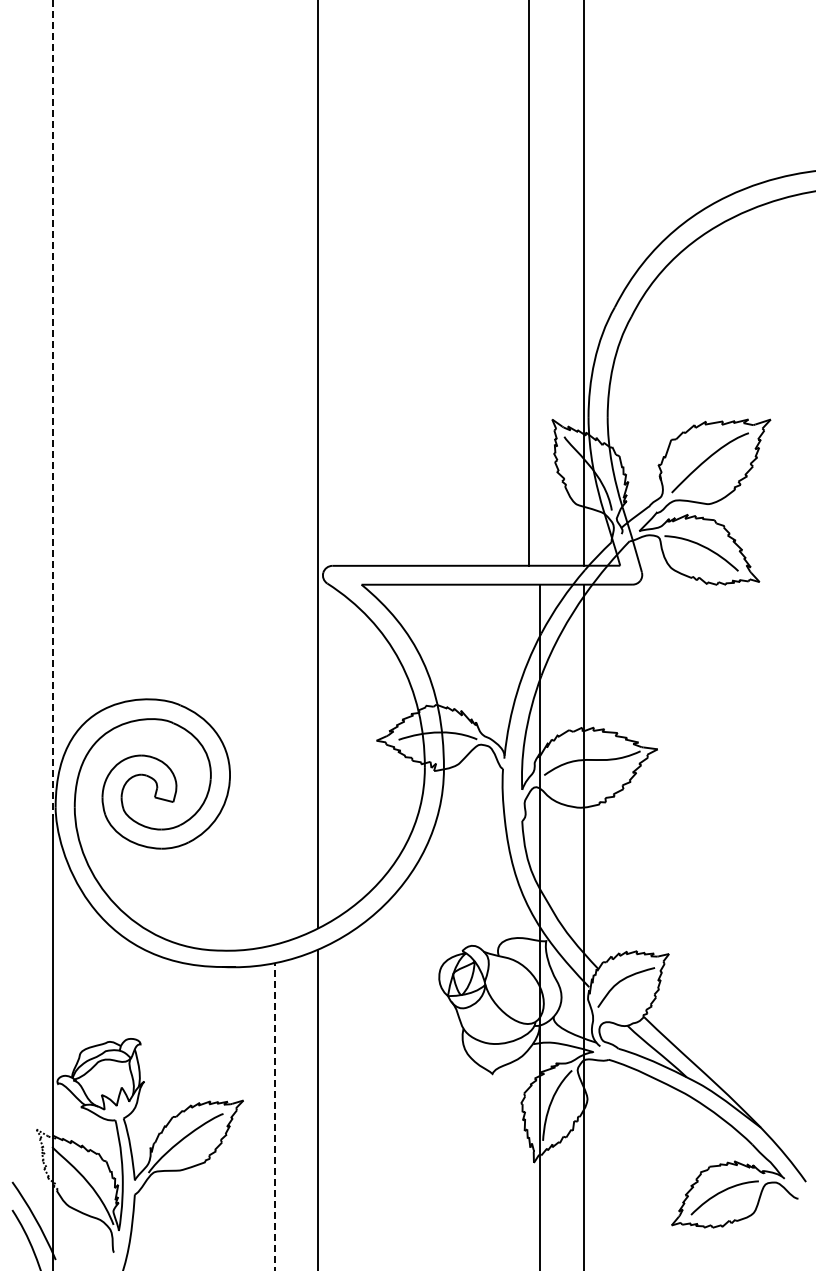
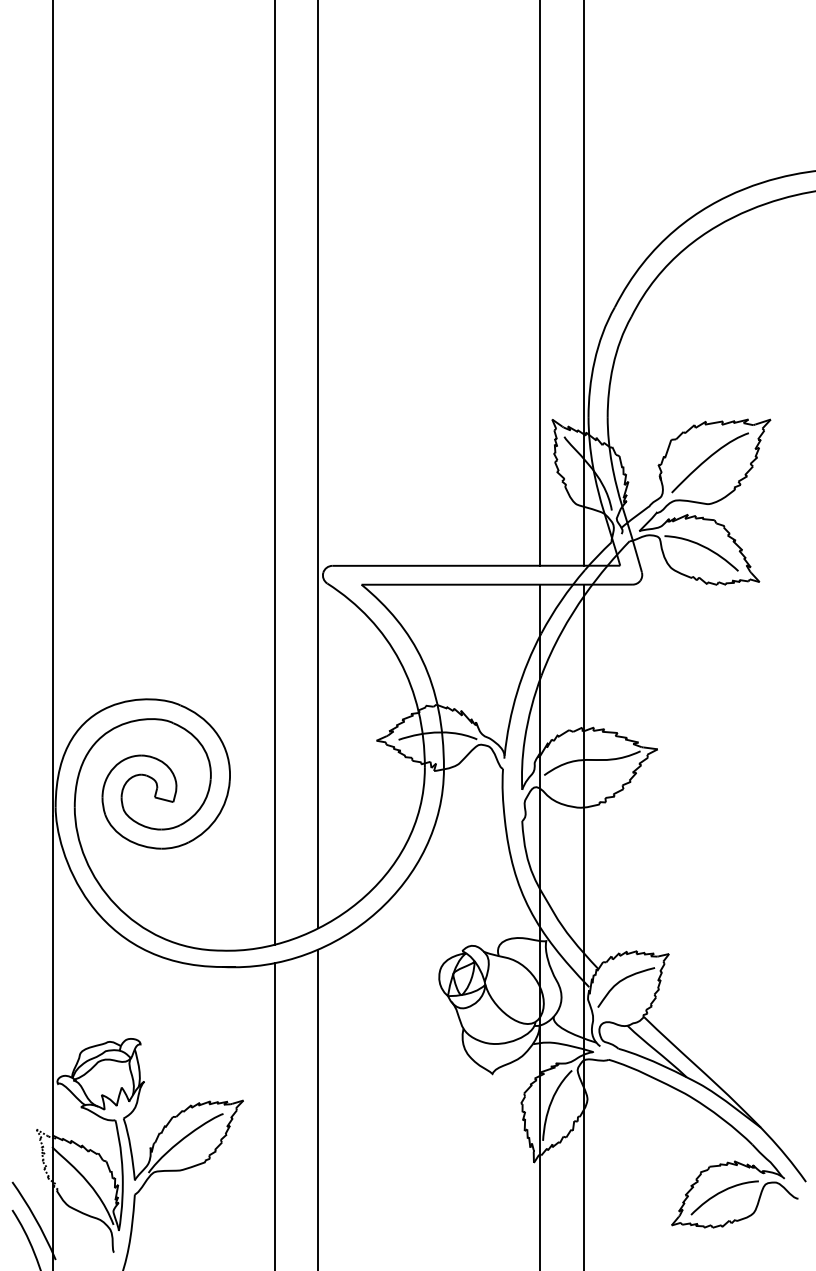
line at (529, 283) position: (529, 283) -> (540, 283)
line at (52, 408): dashed -> solid
line at (274, 473): none -> present
line at (274, 1116): dashed -> solid
